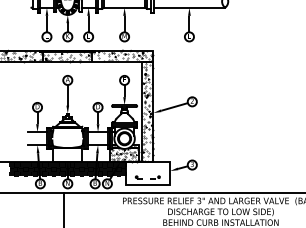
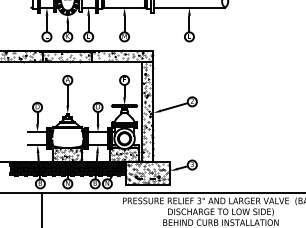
hatch at (67, 155): none -> present
hatch at (147, 173): none -> present
line at (63, 208) position: (63, 208) -> (41, 208)
